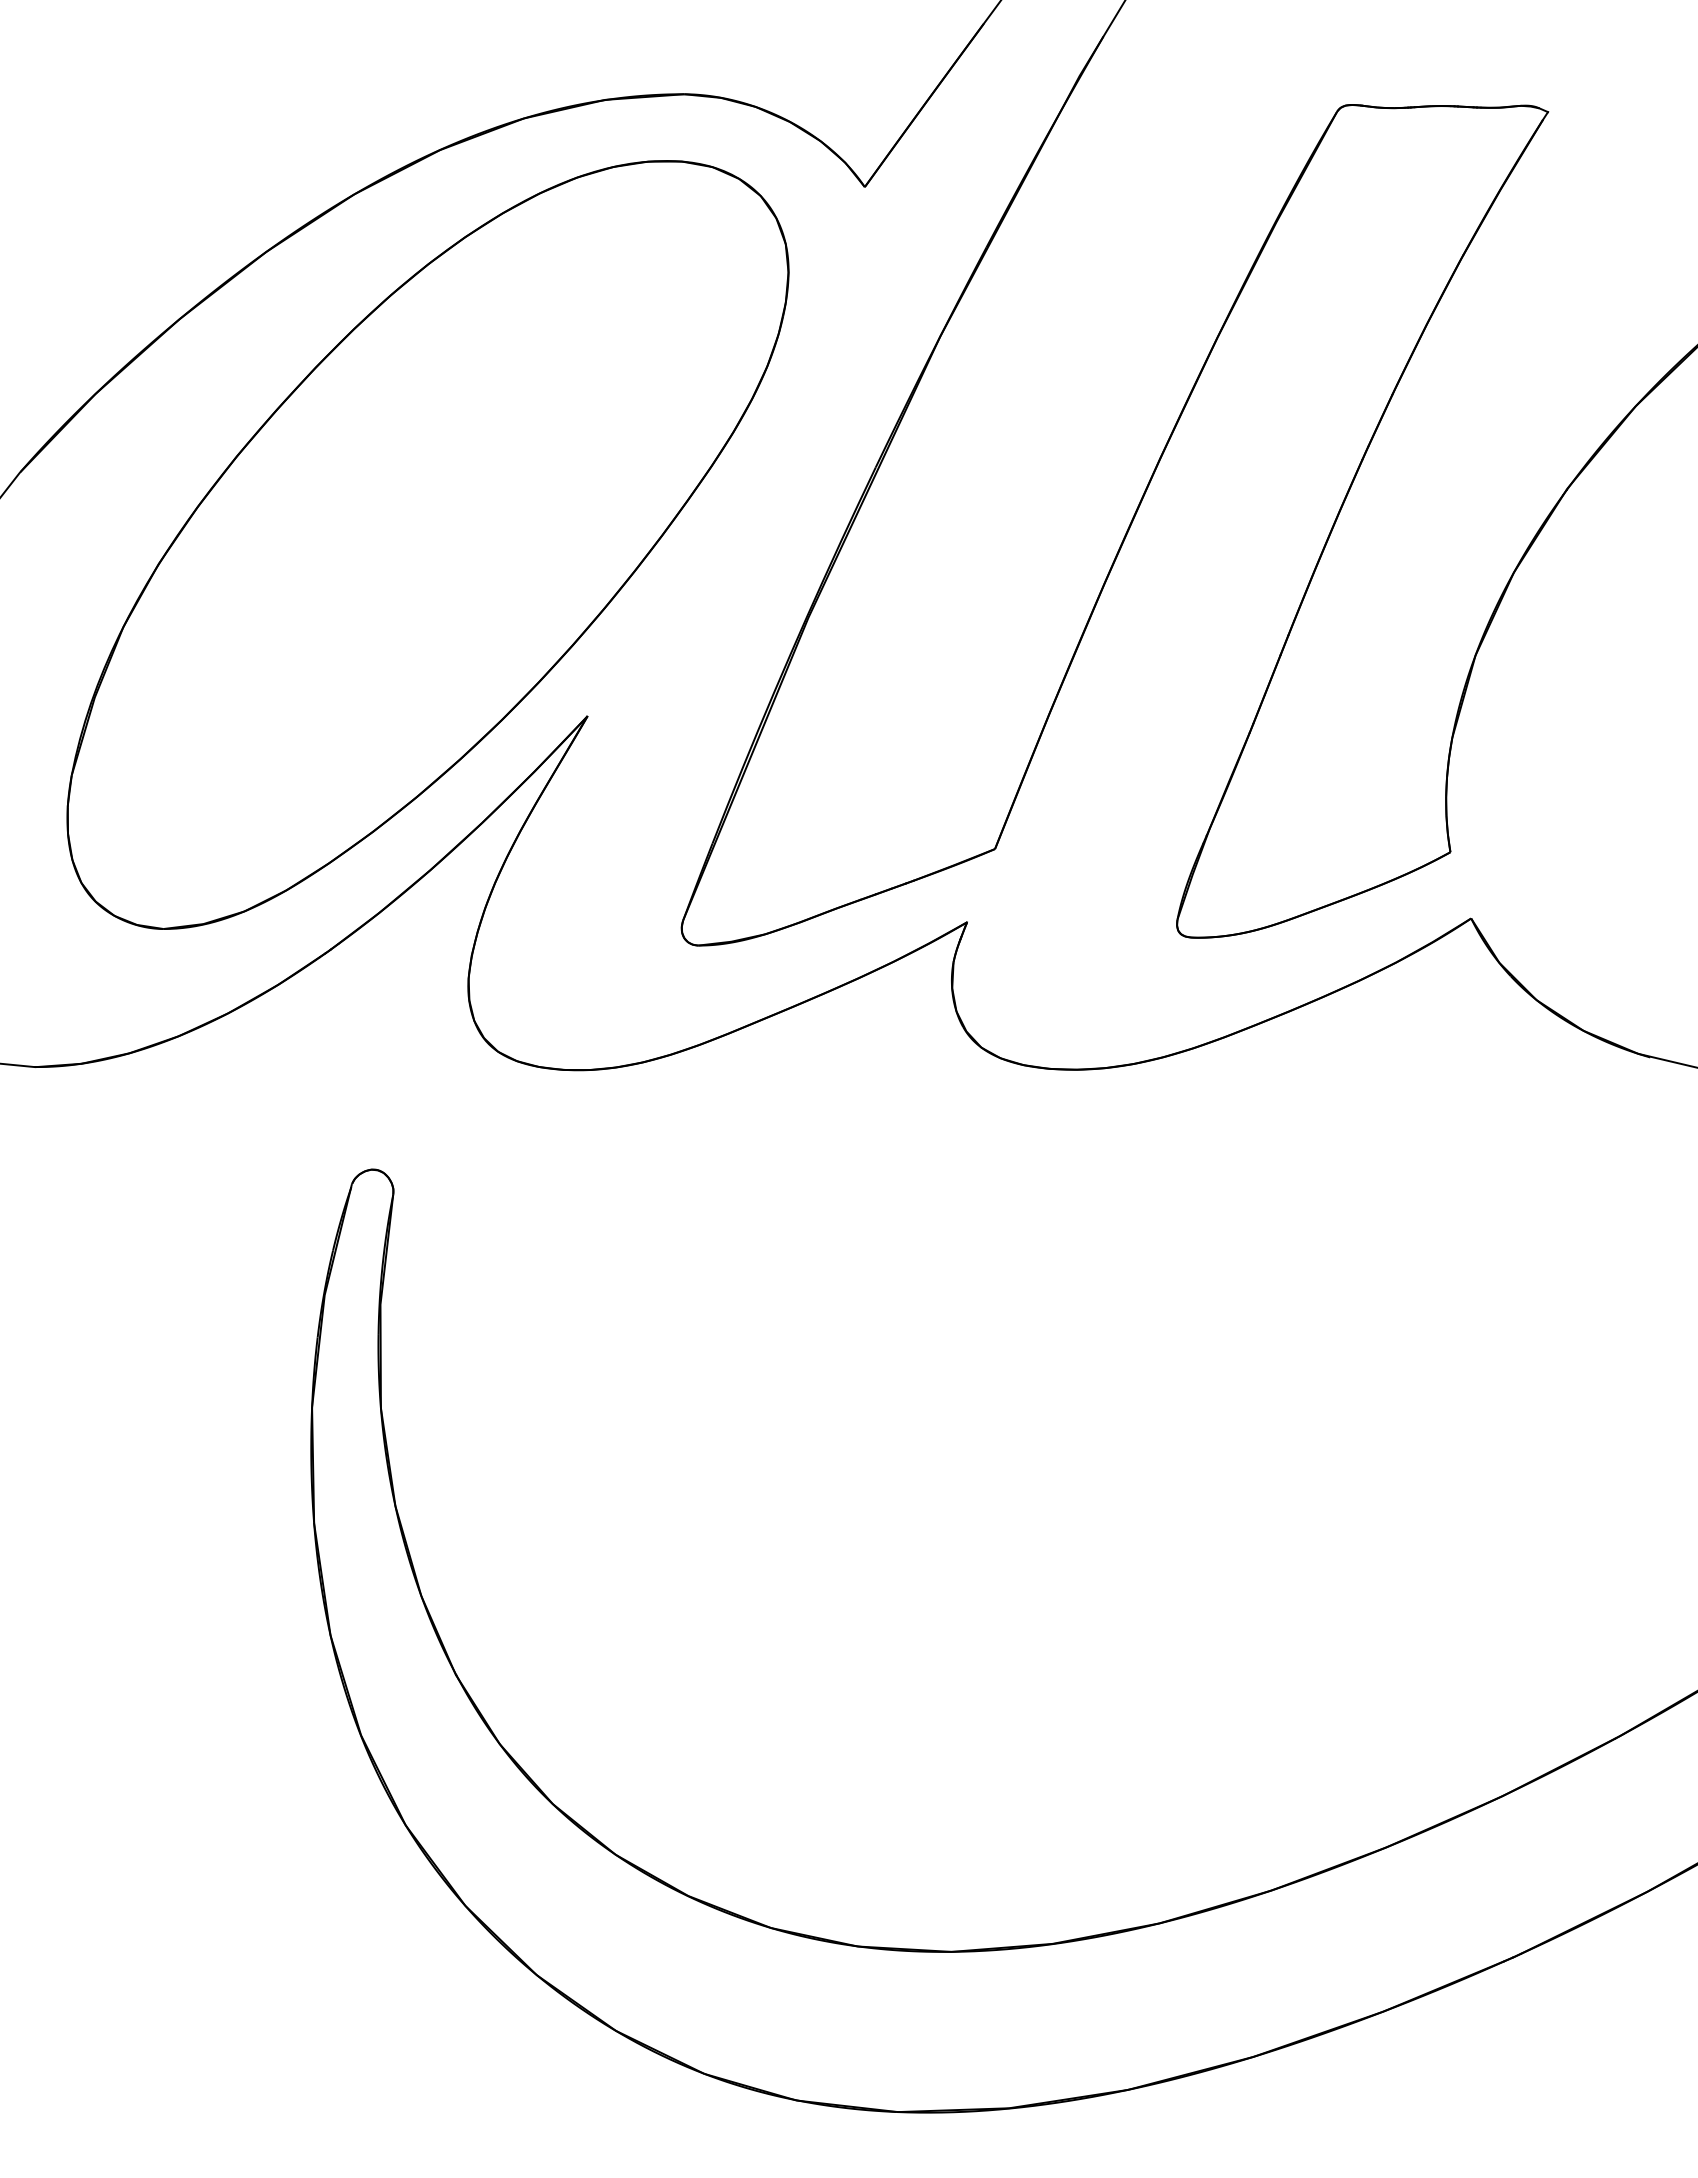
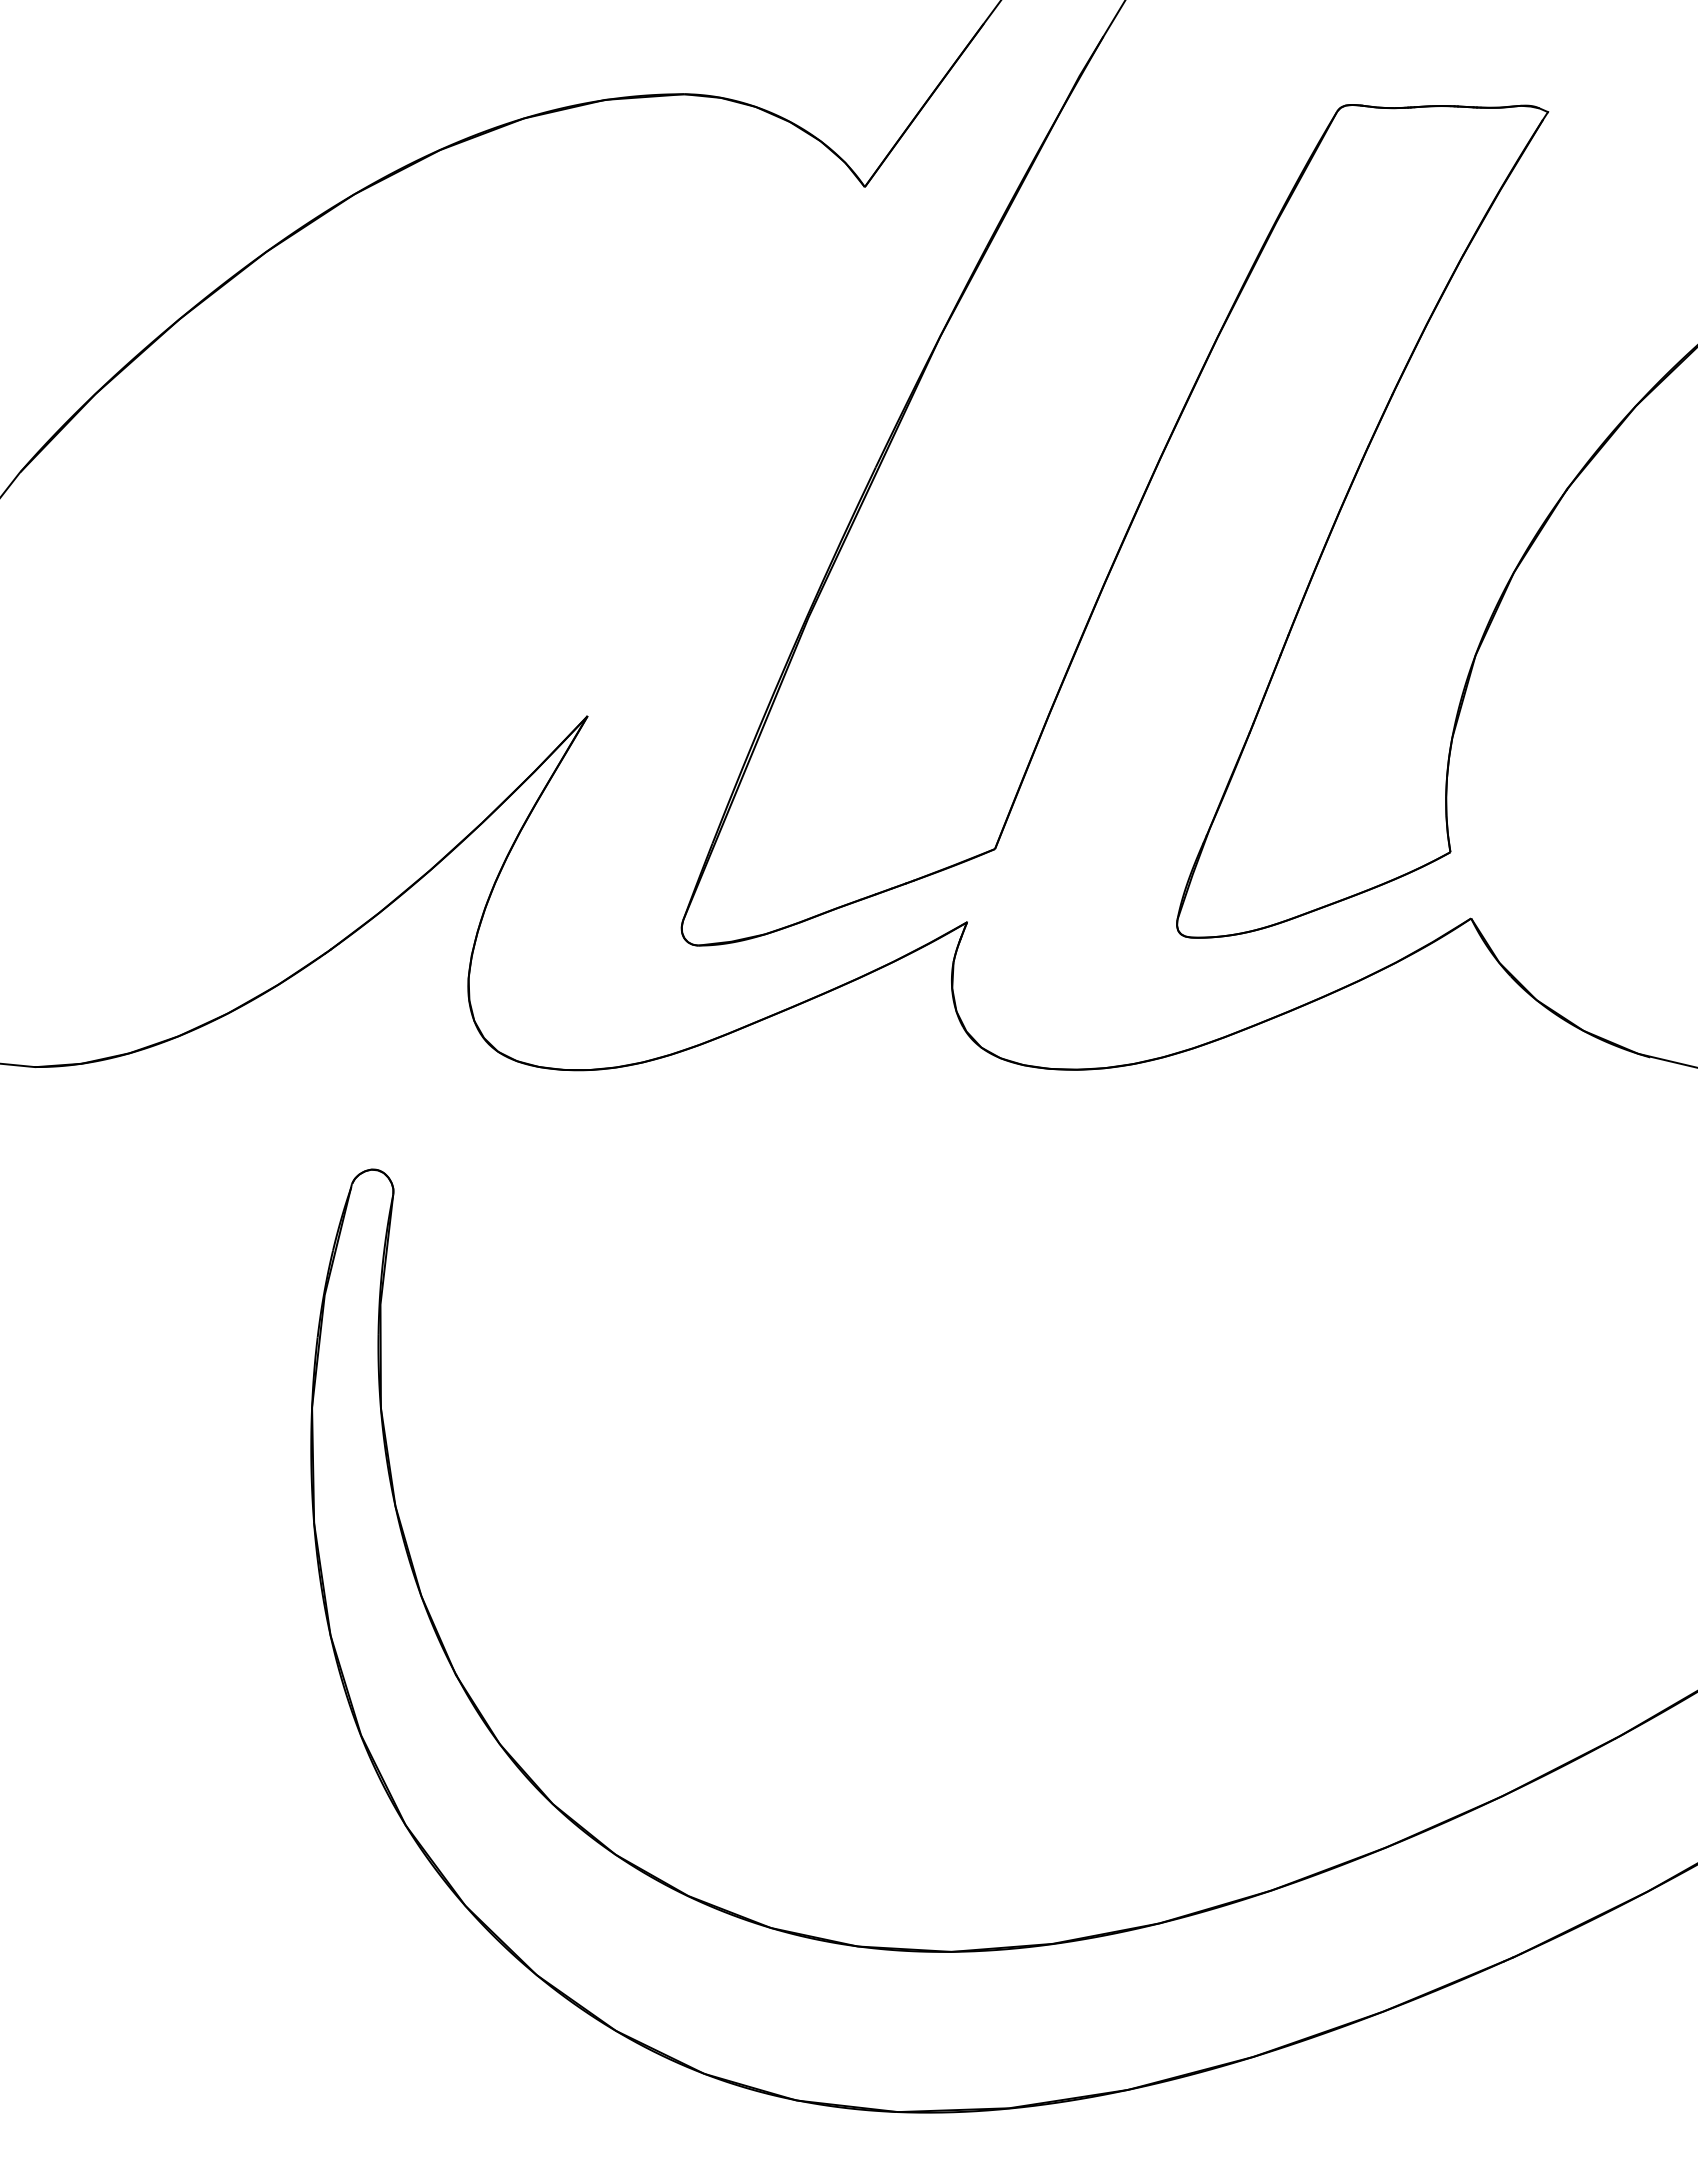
part at (427, 544): present -> none
